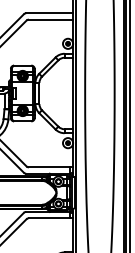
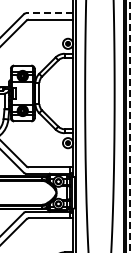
line at (49, 13): solid -> dashed
line at (130, 126): solid -> dashed
